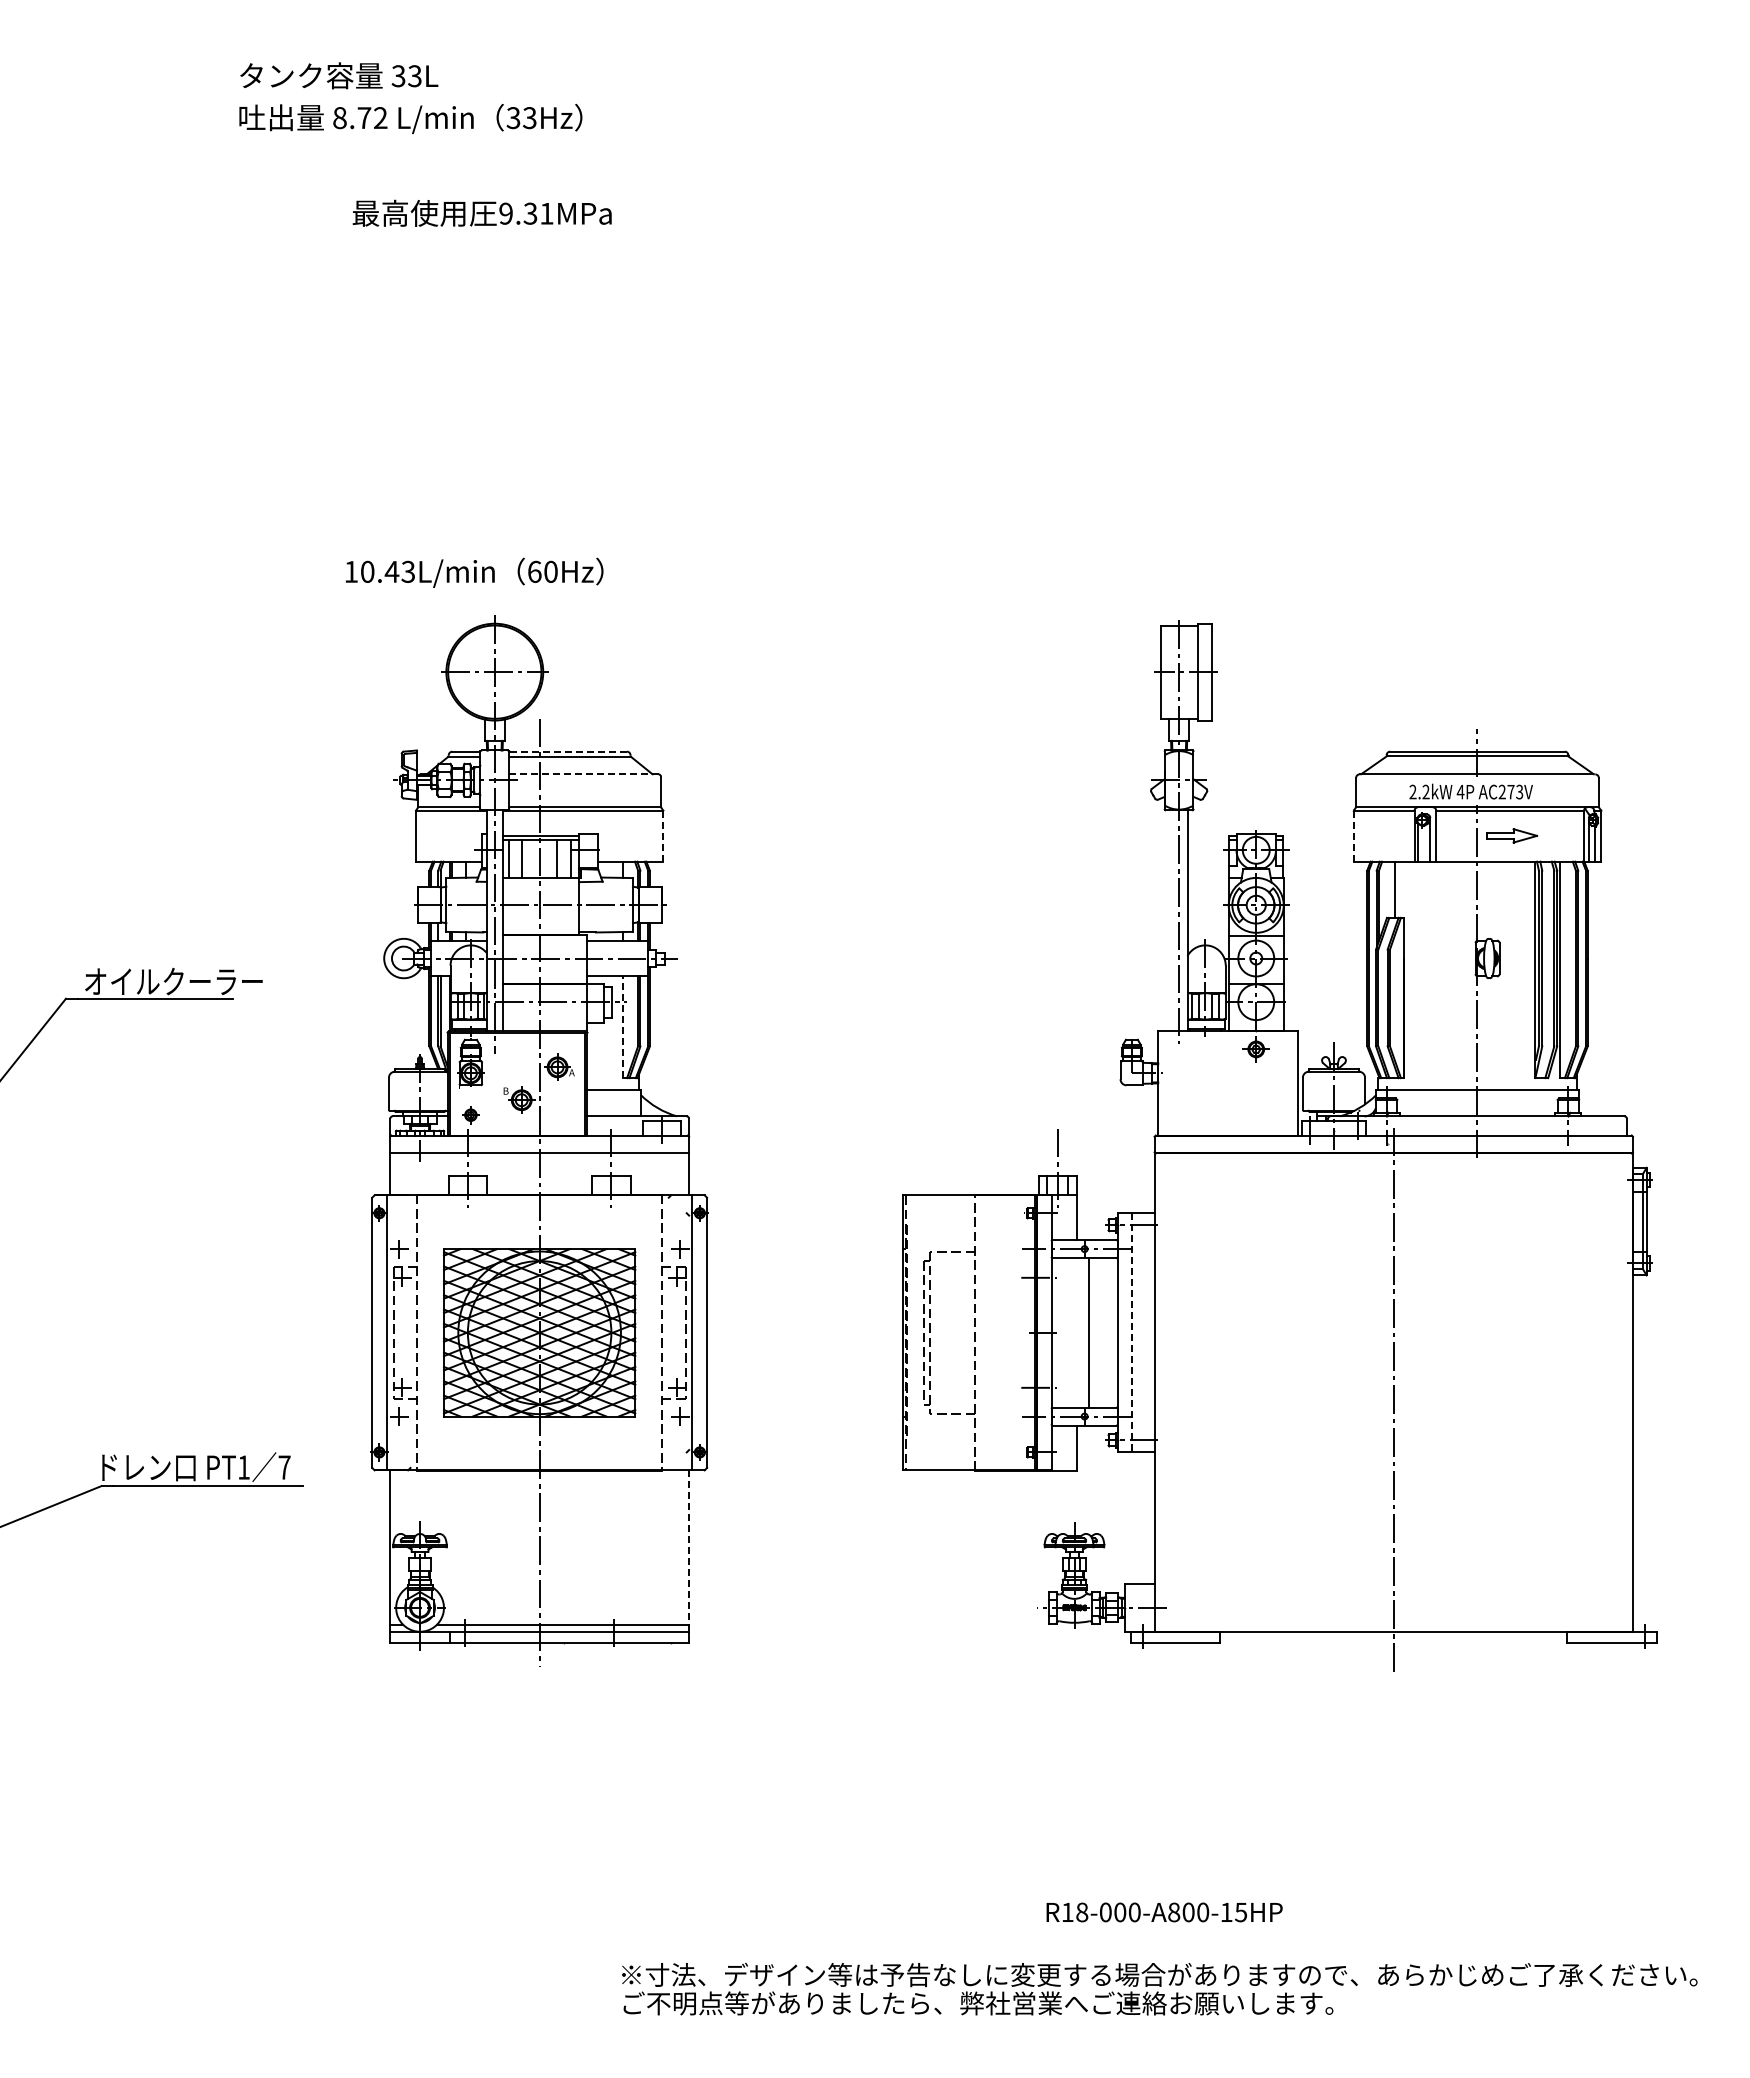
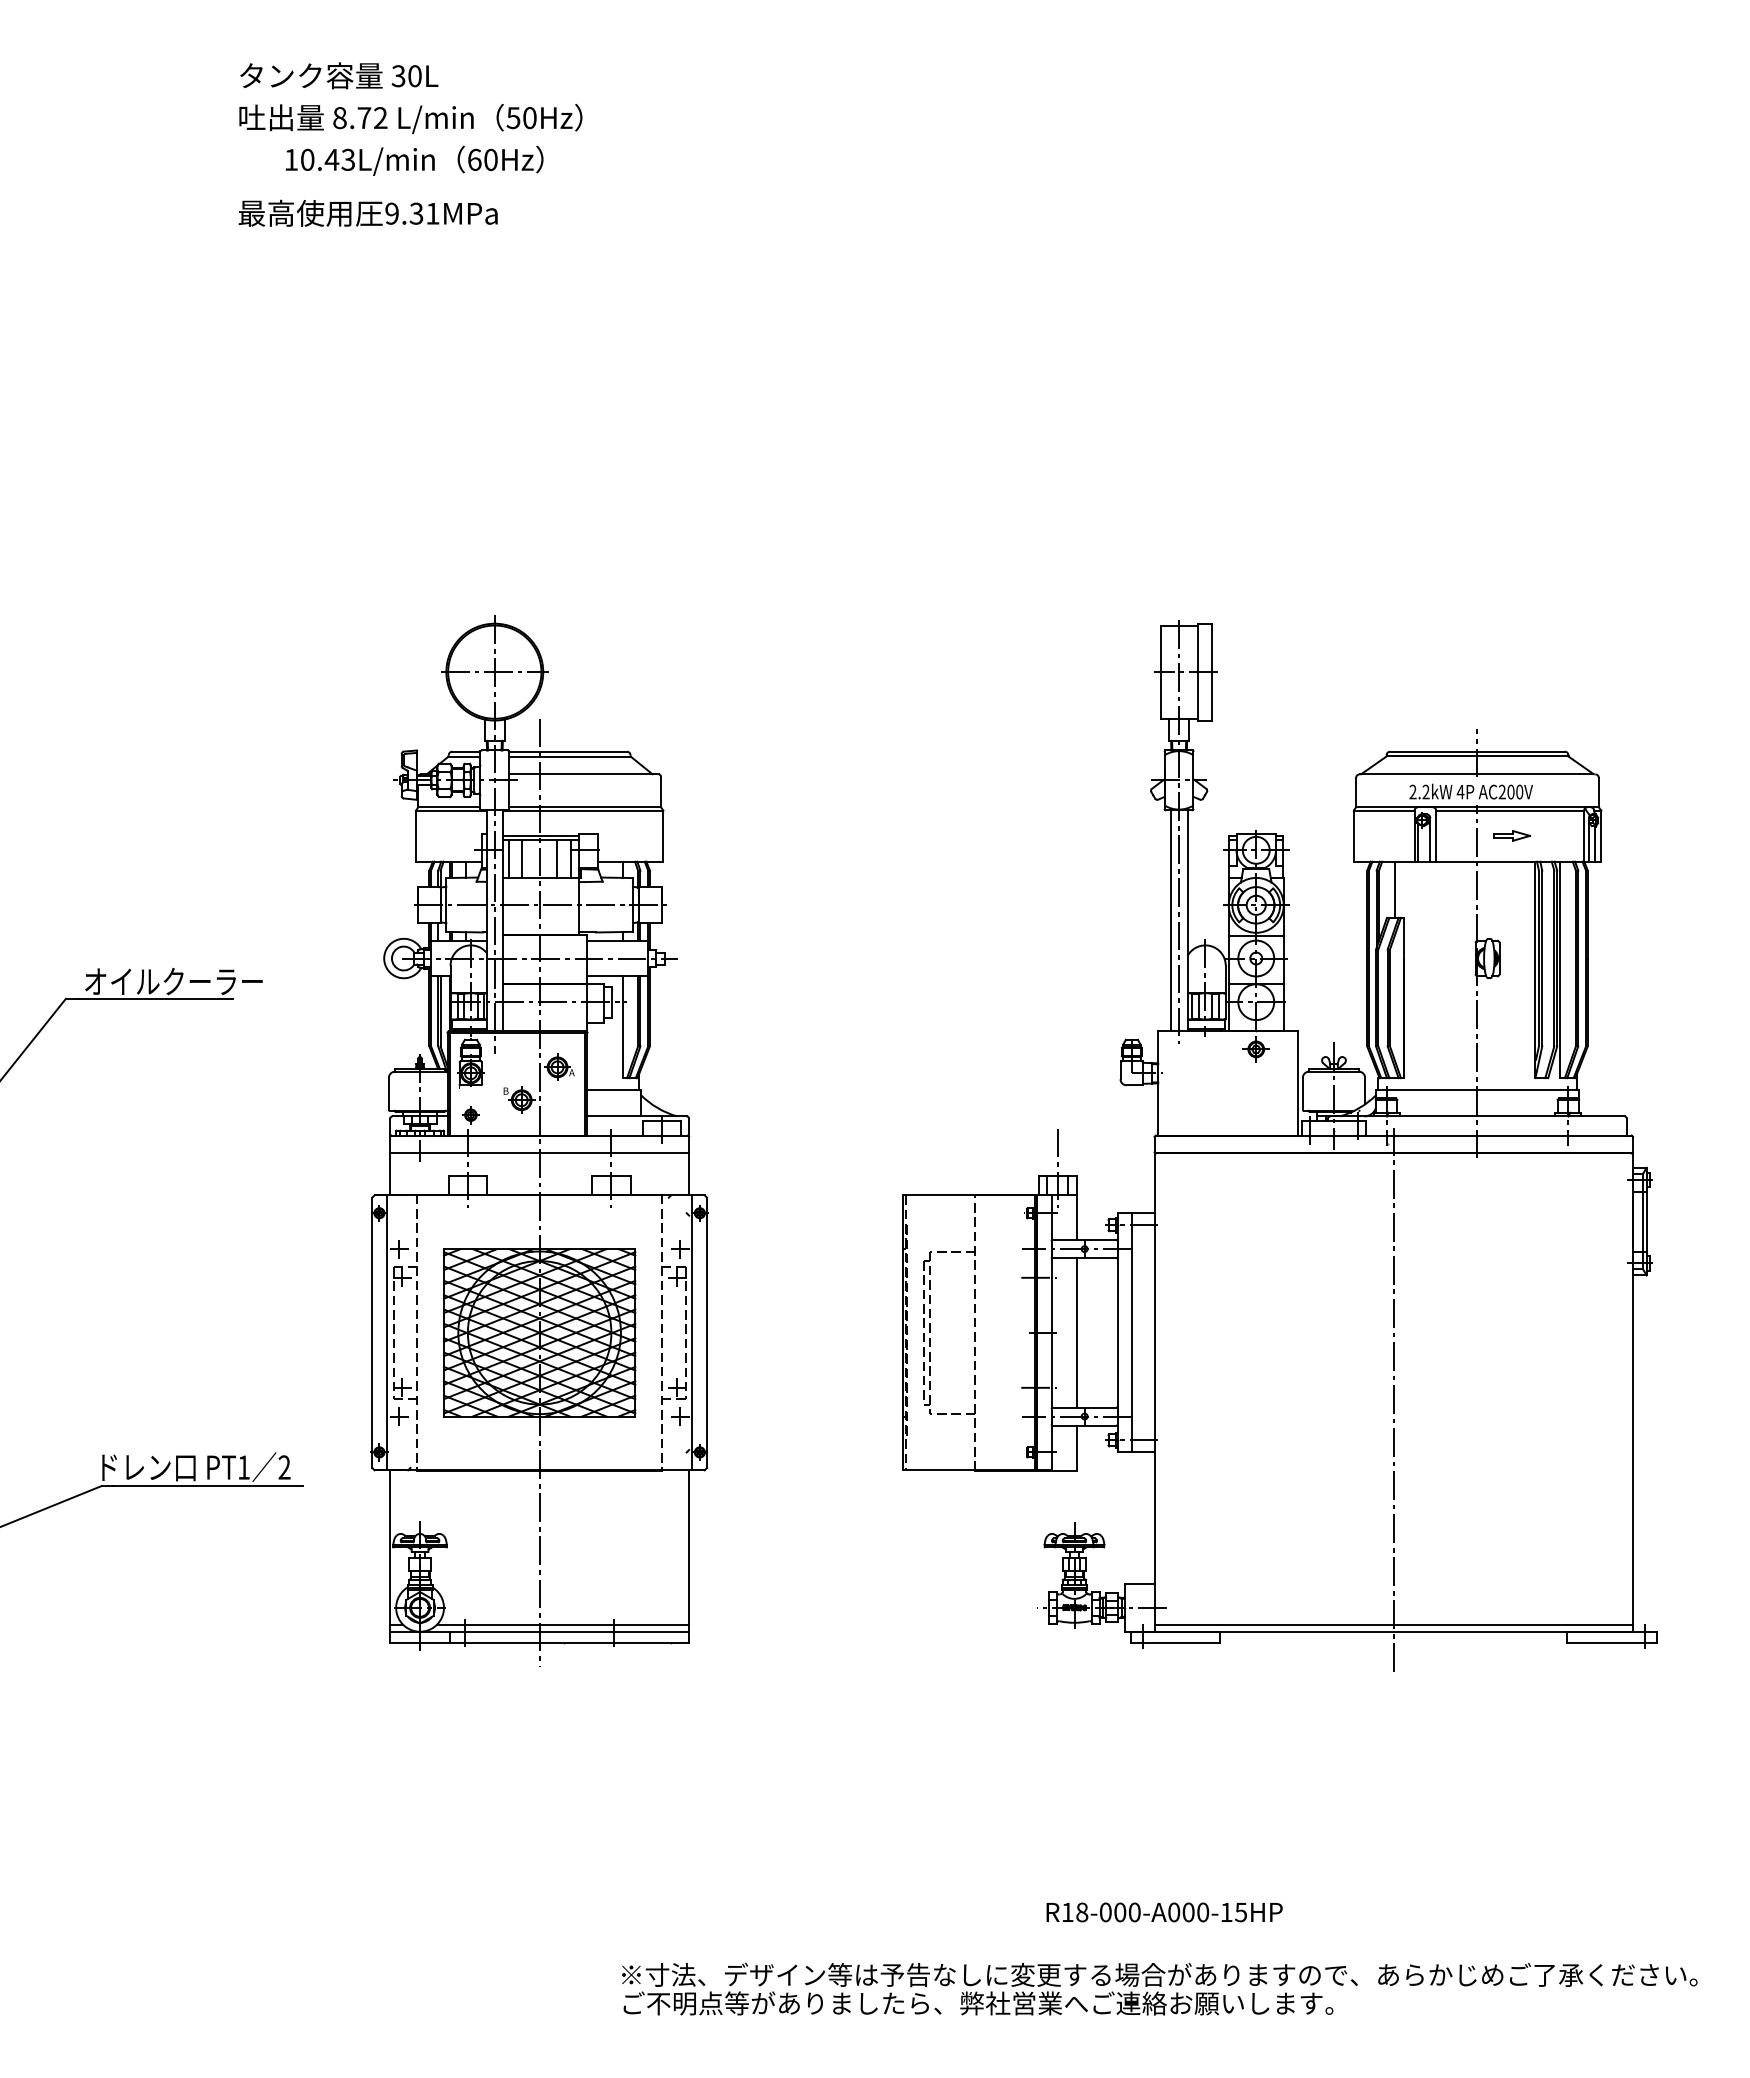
text at (414, 76): 33L -> 30L
text at (521, 118): 33Hz -> 50Hz
text at (481, 212) position: (481, 212) -> (367, 212)
text at (474, 572) position: (474, 572) -> (414, 160)
line at (568, 751): dashed -> solid
line at (583, 774): dashed -> solid
text at (1515, 791): AC273V -> AC200V
part at (1512, 835) size: 53x16 px -> 39x12 px
line at (663, 836): dashed -> solid
line at (1353, 836): dashed -> solid
line at (1170, 920): none -> present
line at (622, 1027): dashed -> solid
line at (1088, 1332) position: (1088, 1332) -> (1076, 1332)
line at (1131, 1332): dashed -> solid
text at (284, 1467): 7 -> 2
line at (689, 1551): dashed -> solid
line at (1393, 1624): none -> present
text at (1174, 1912): R18-000-A800-15HP -> R18-000-A000-15HP
